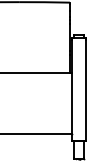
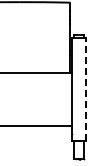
line at (85, 89): solid -> dashed
line at (37, 133) position: (37, 133) -> (37, 125)
